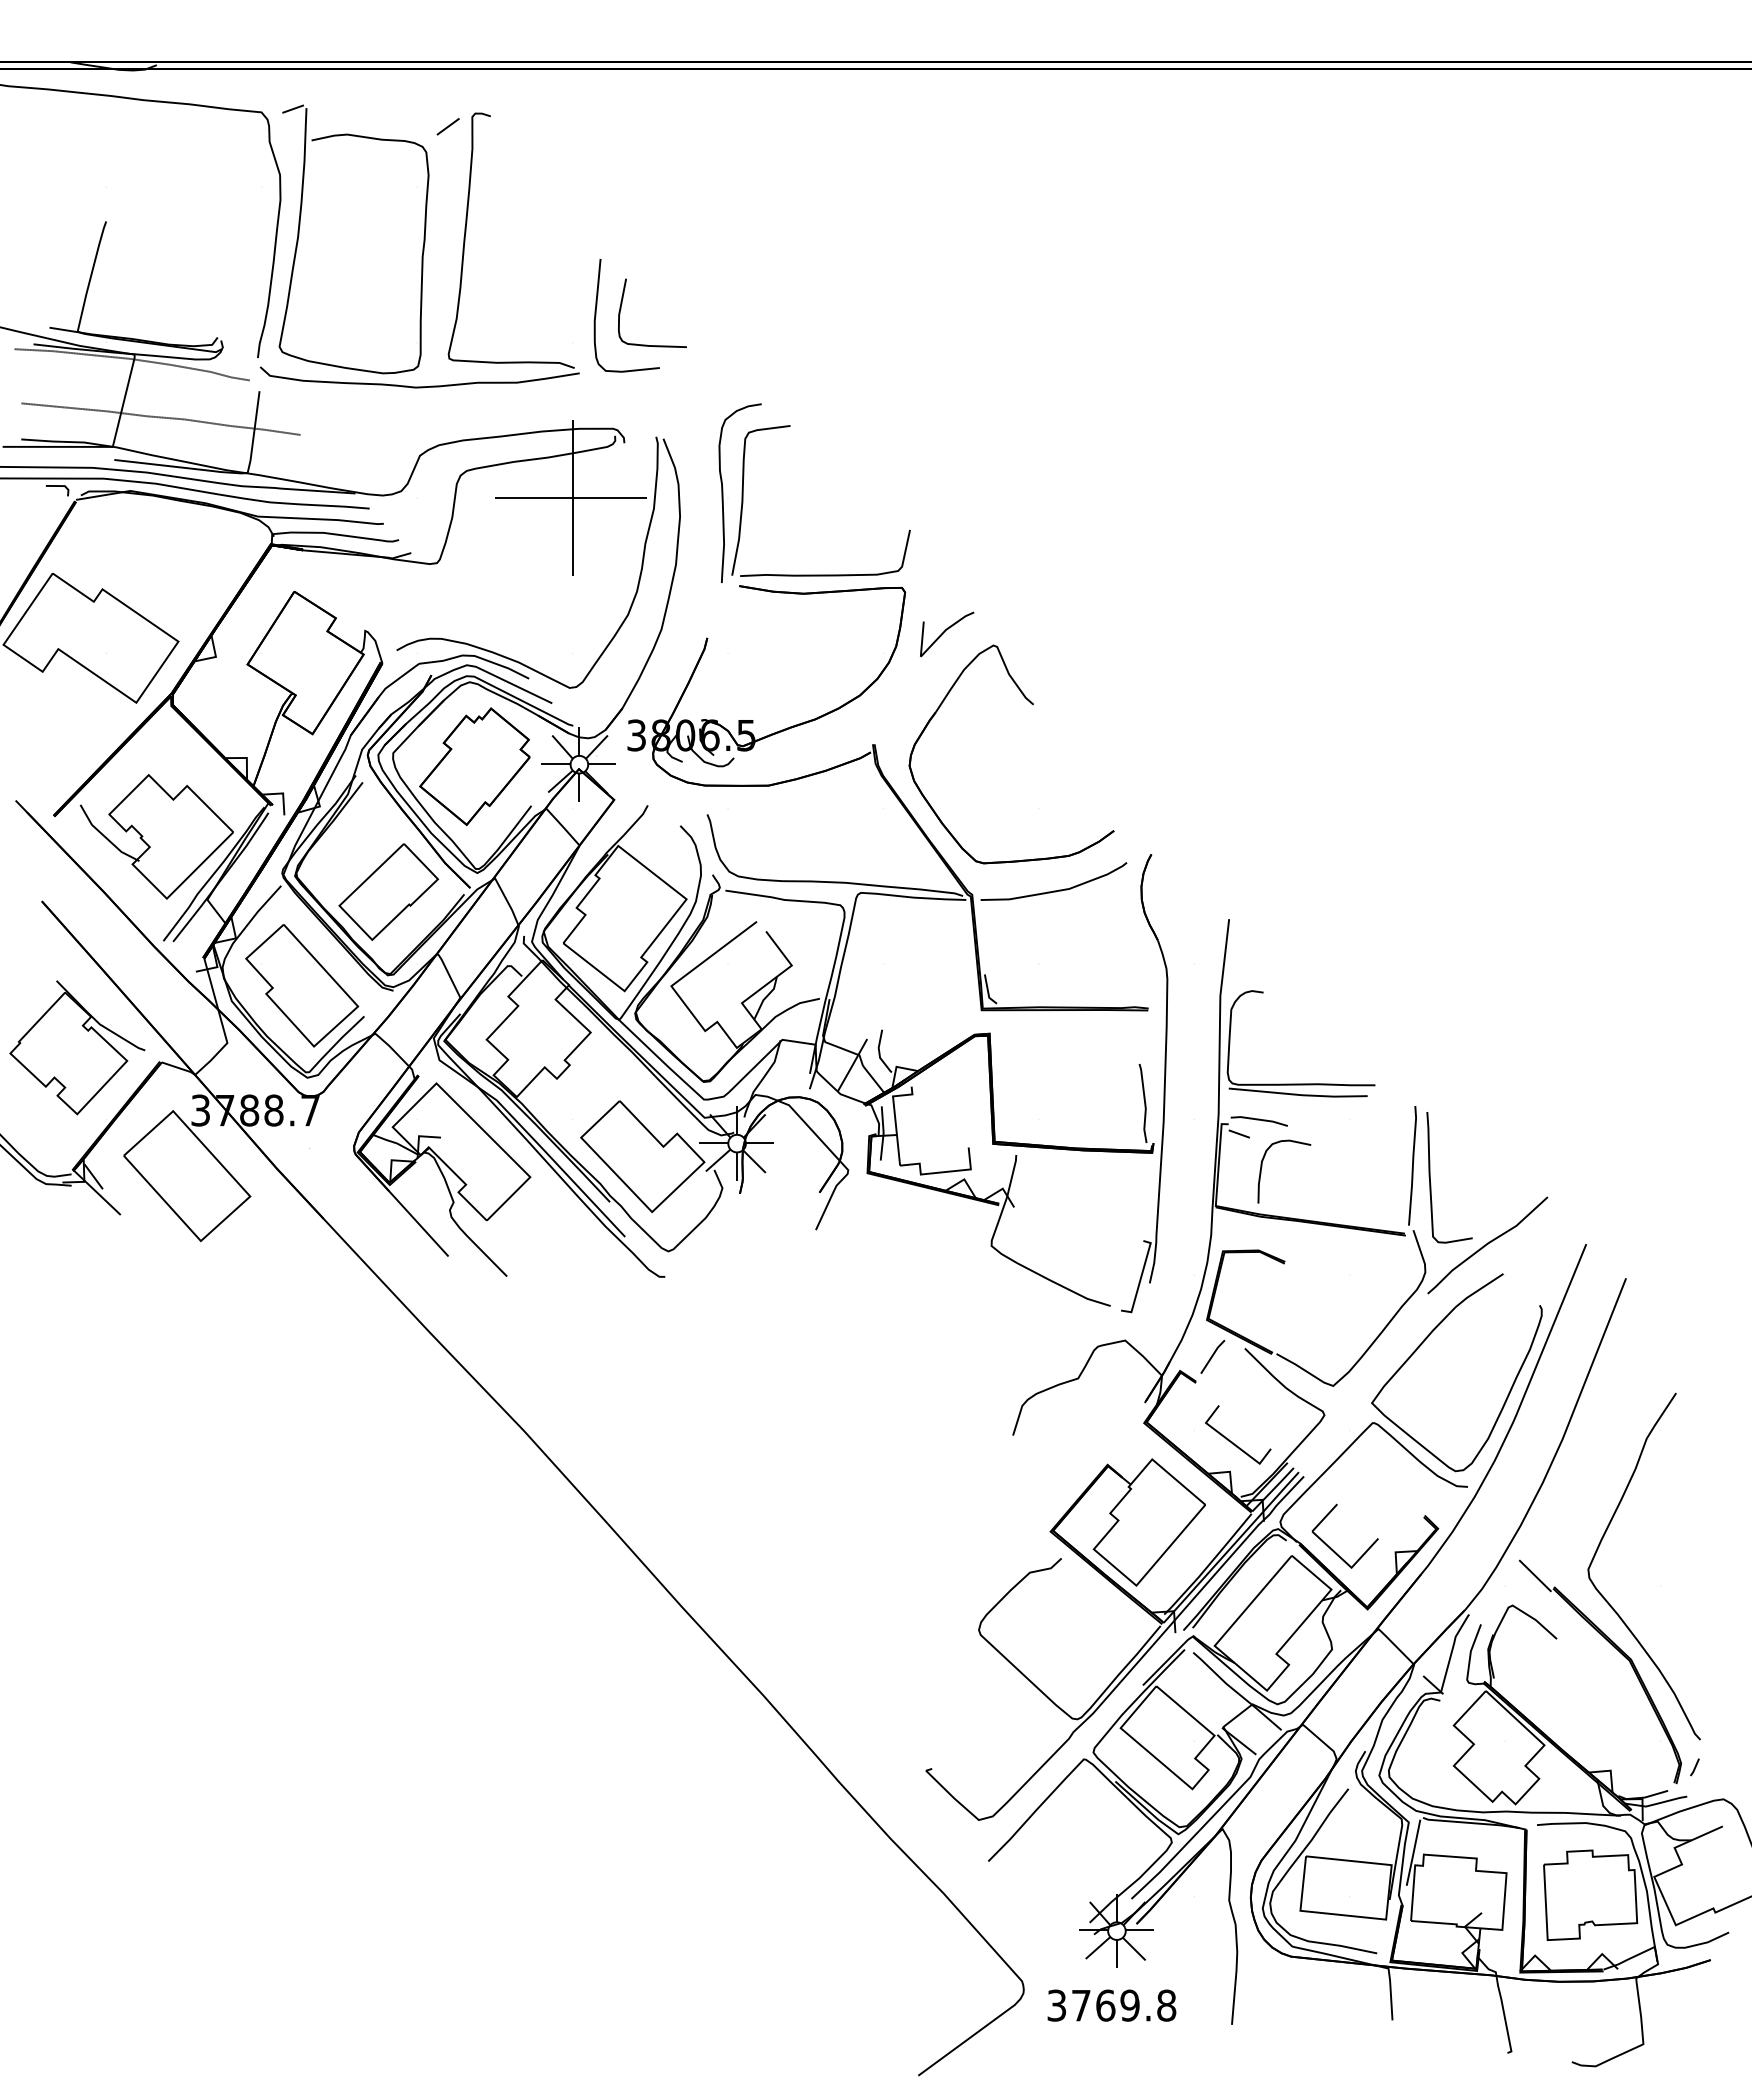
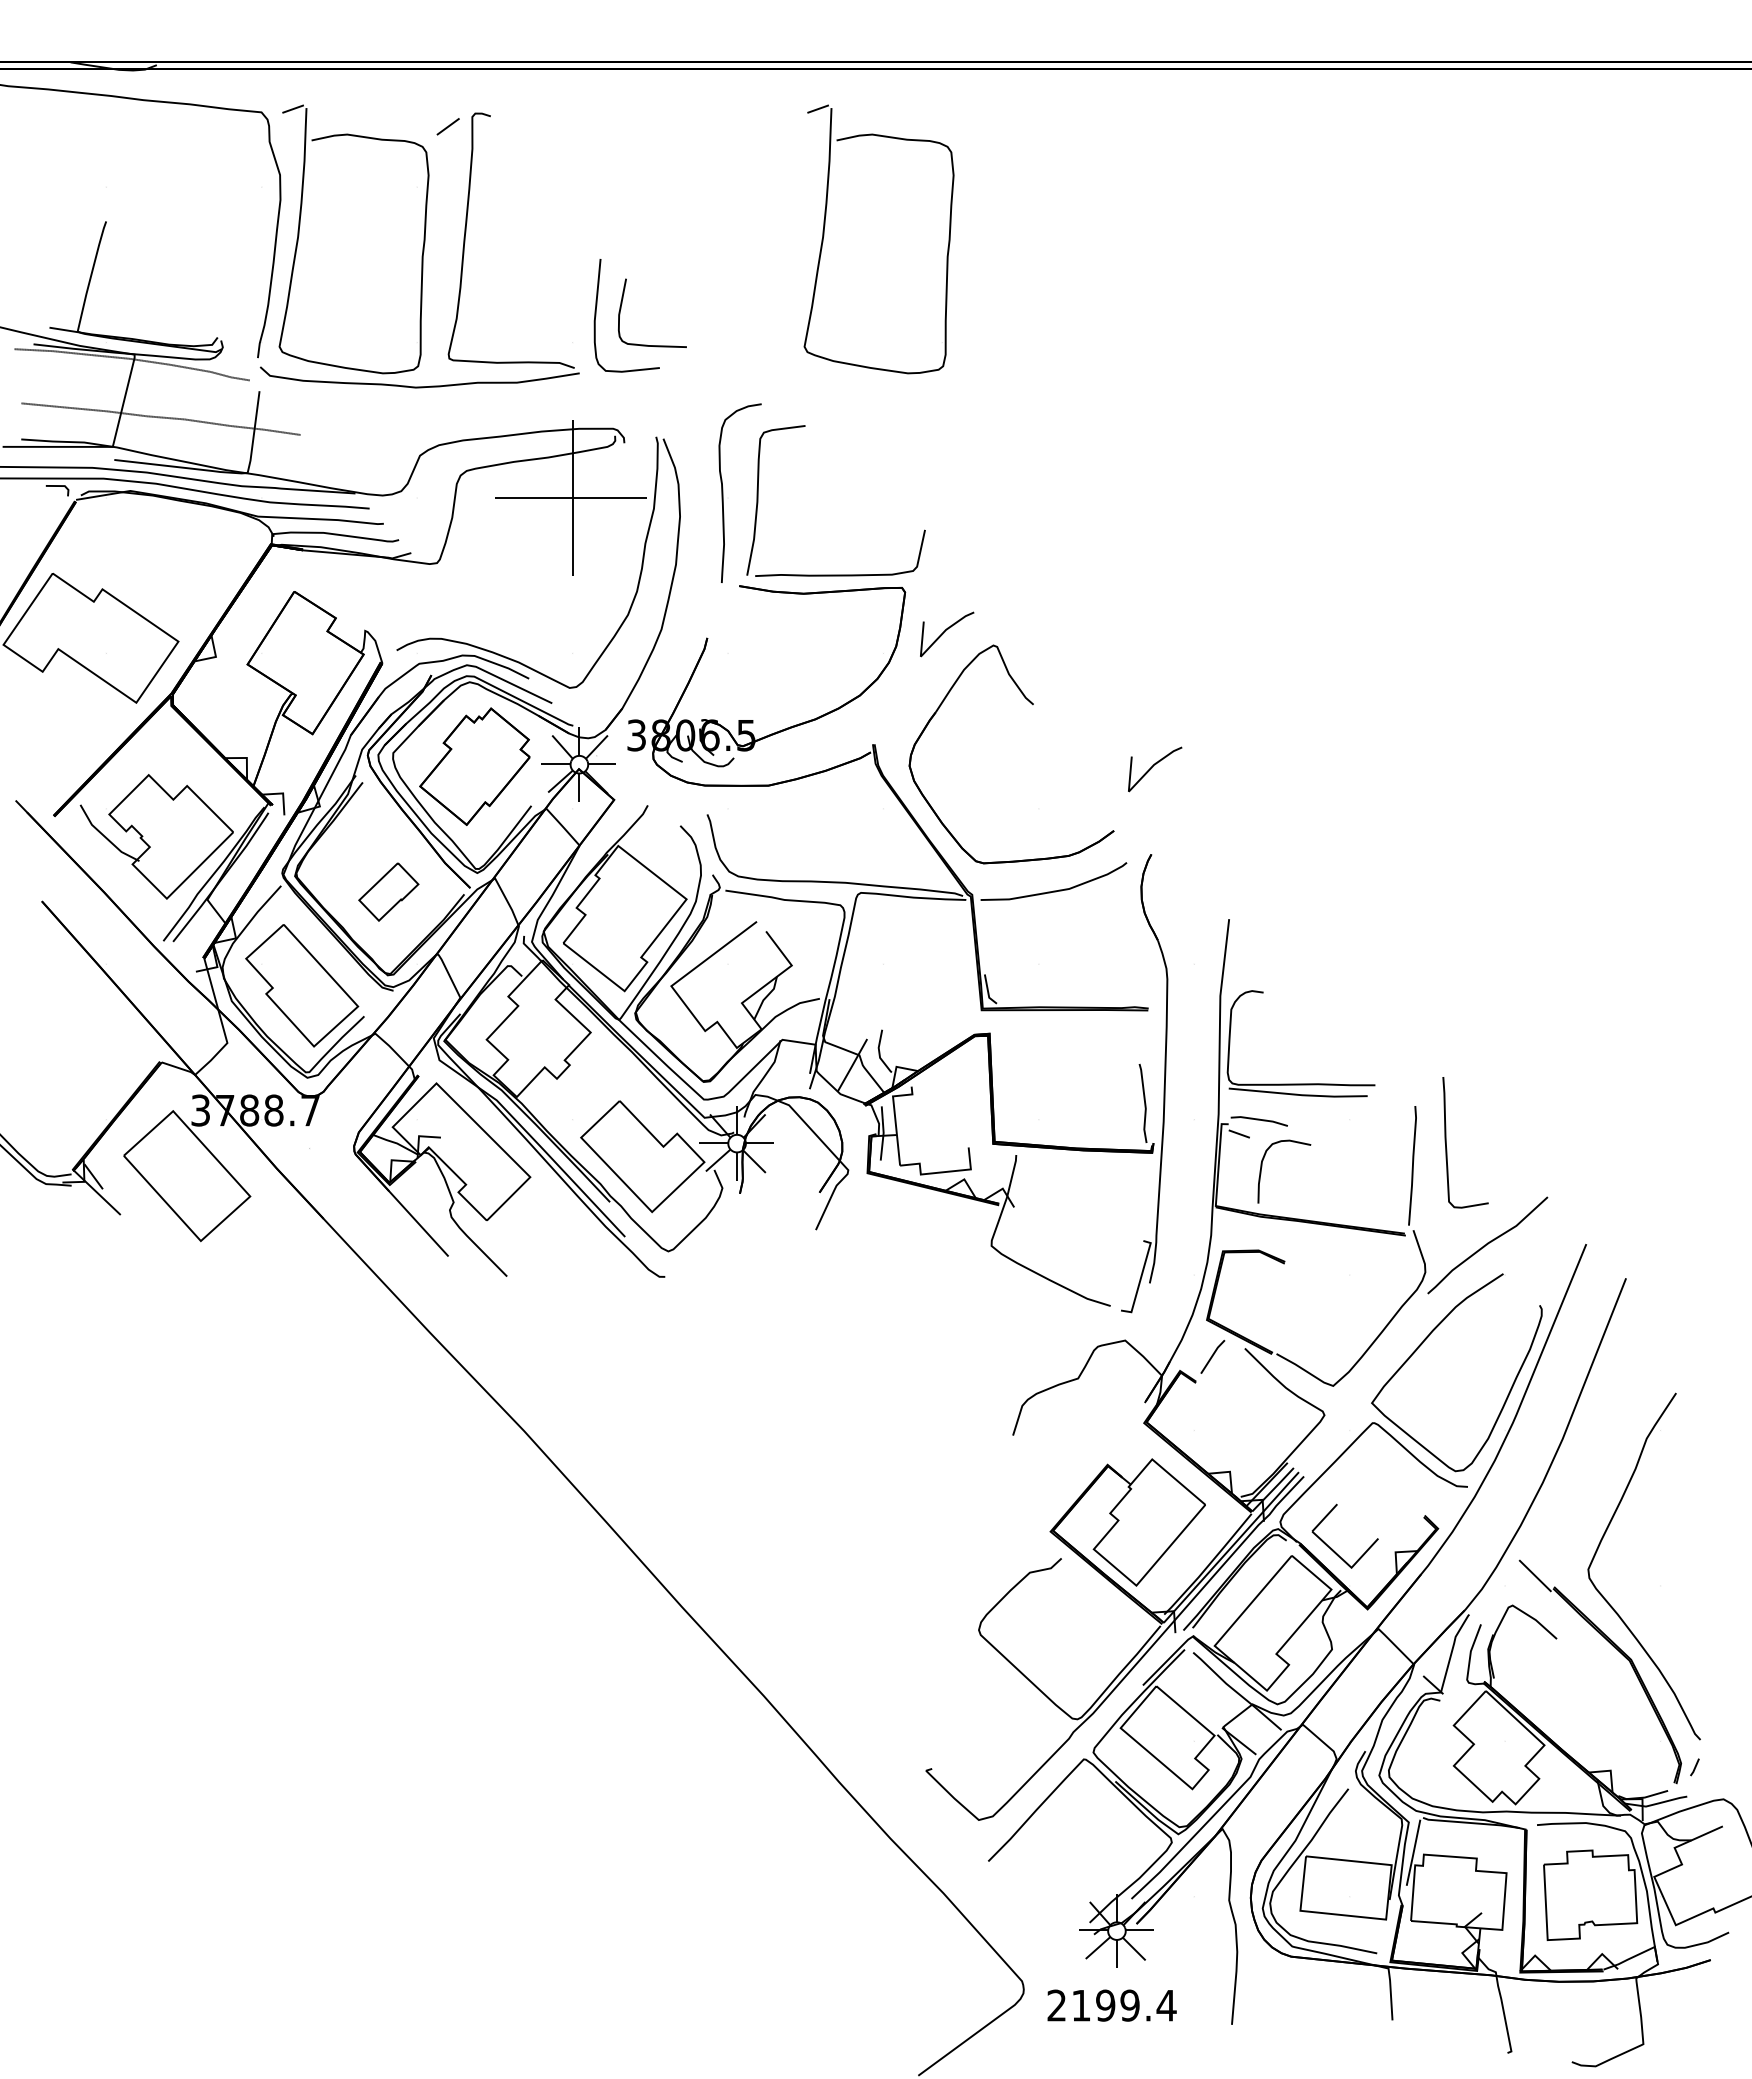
part at (824, 236): none -> present
part at (820, 574) position: (820, 574) -> (835, 574)
line at (1153, 766): none -> present
part at (388, 891) size: 102x98 px -> 62x60 px
part at (77, 1047): present -> none
curve at (1431, 1183) position: (1431, 1183) -> (1447, 1148)
line at (1232, 1441): present -> none
text at (1111, 2005): 3769.8 -> 2199.4
